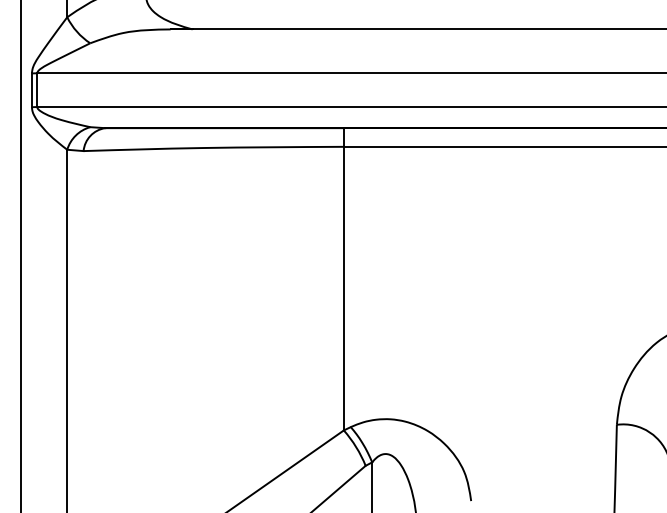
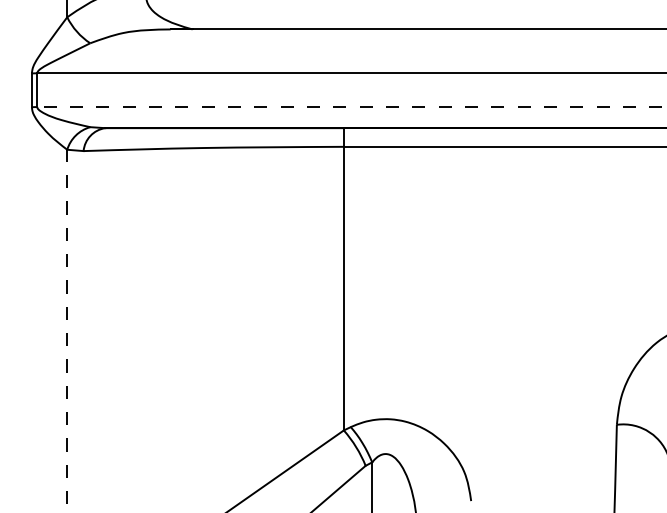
line at (351, 107): solid -> dashed
line at (21, 255): present -> none
line at (67, 330): solid -> dashed
